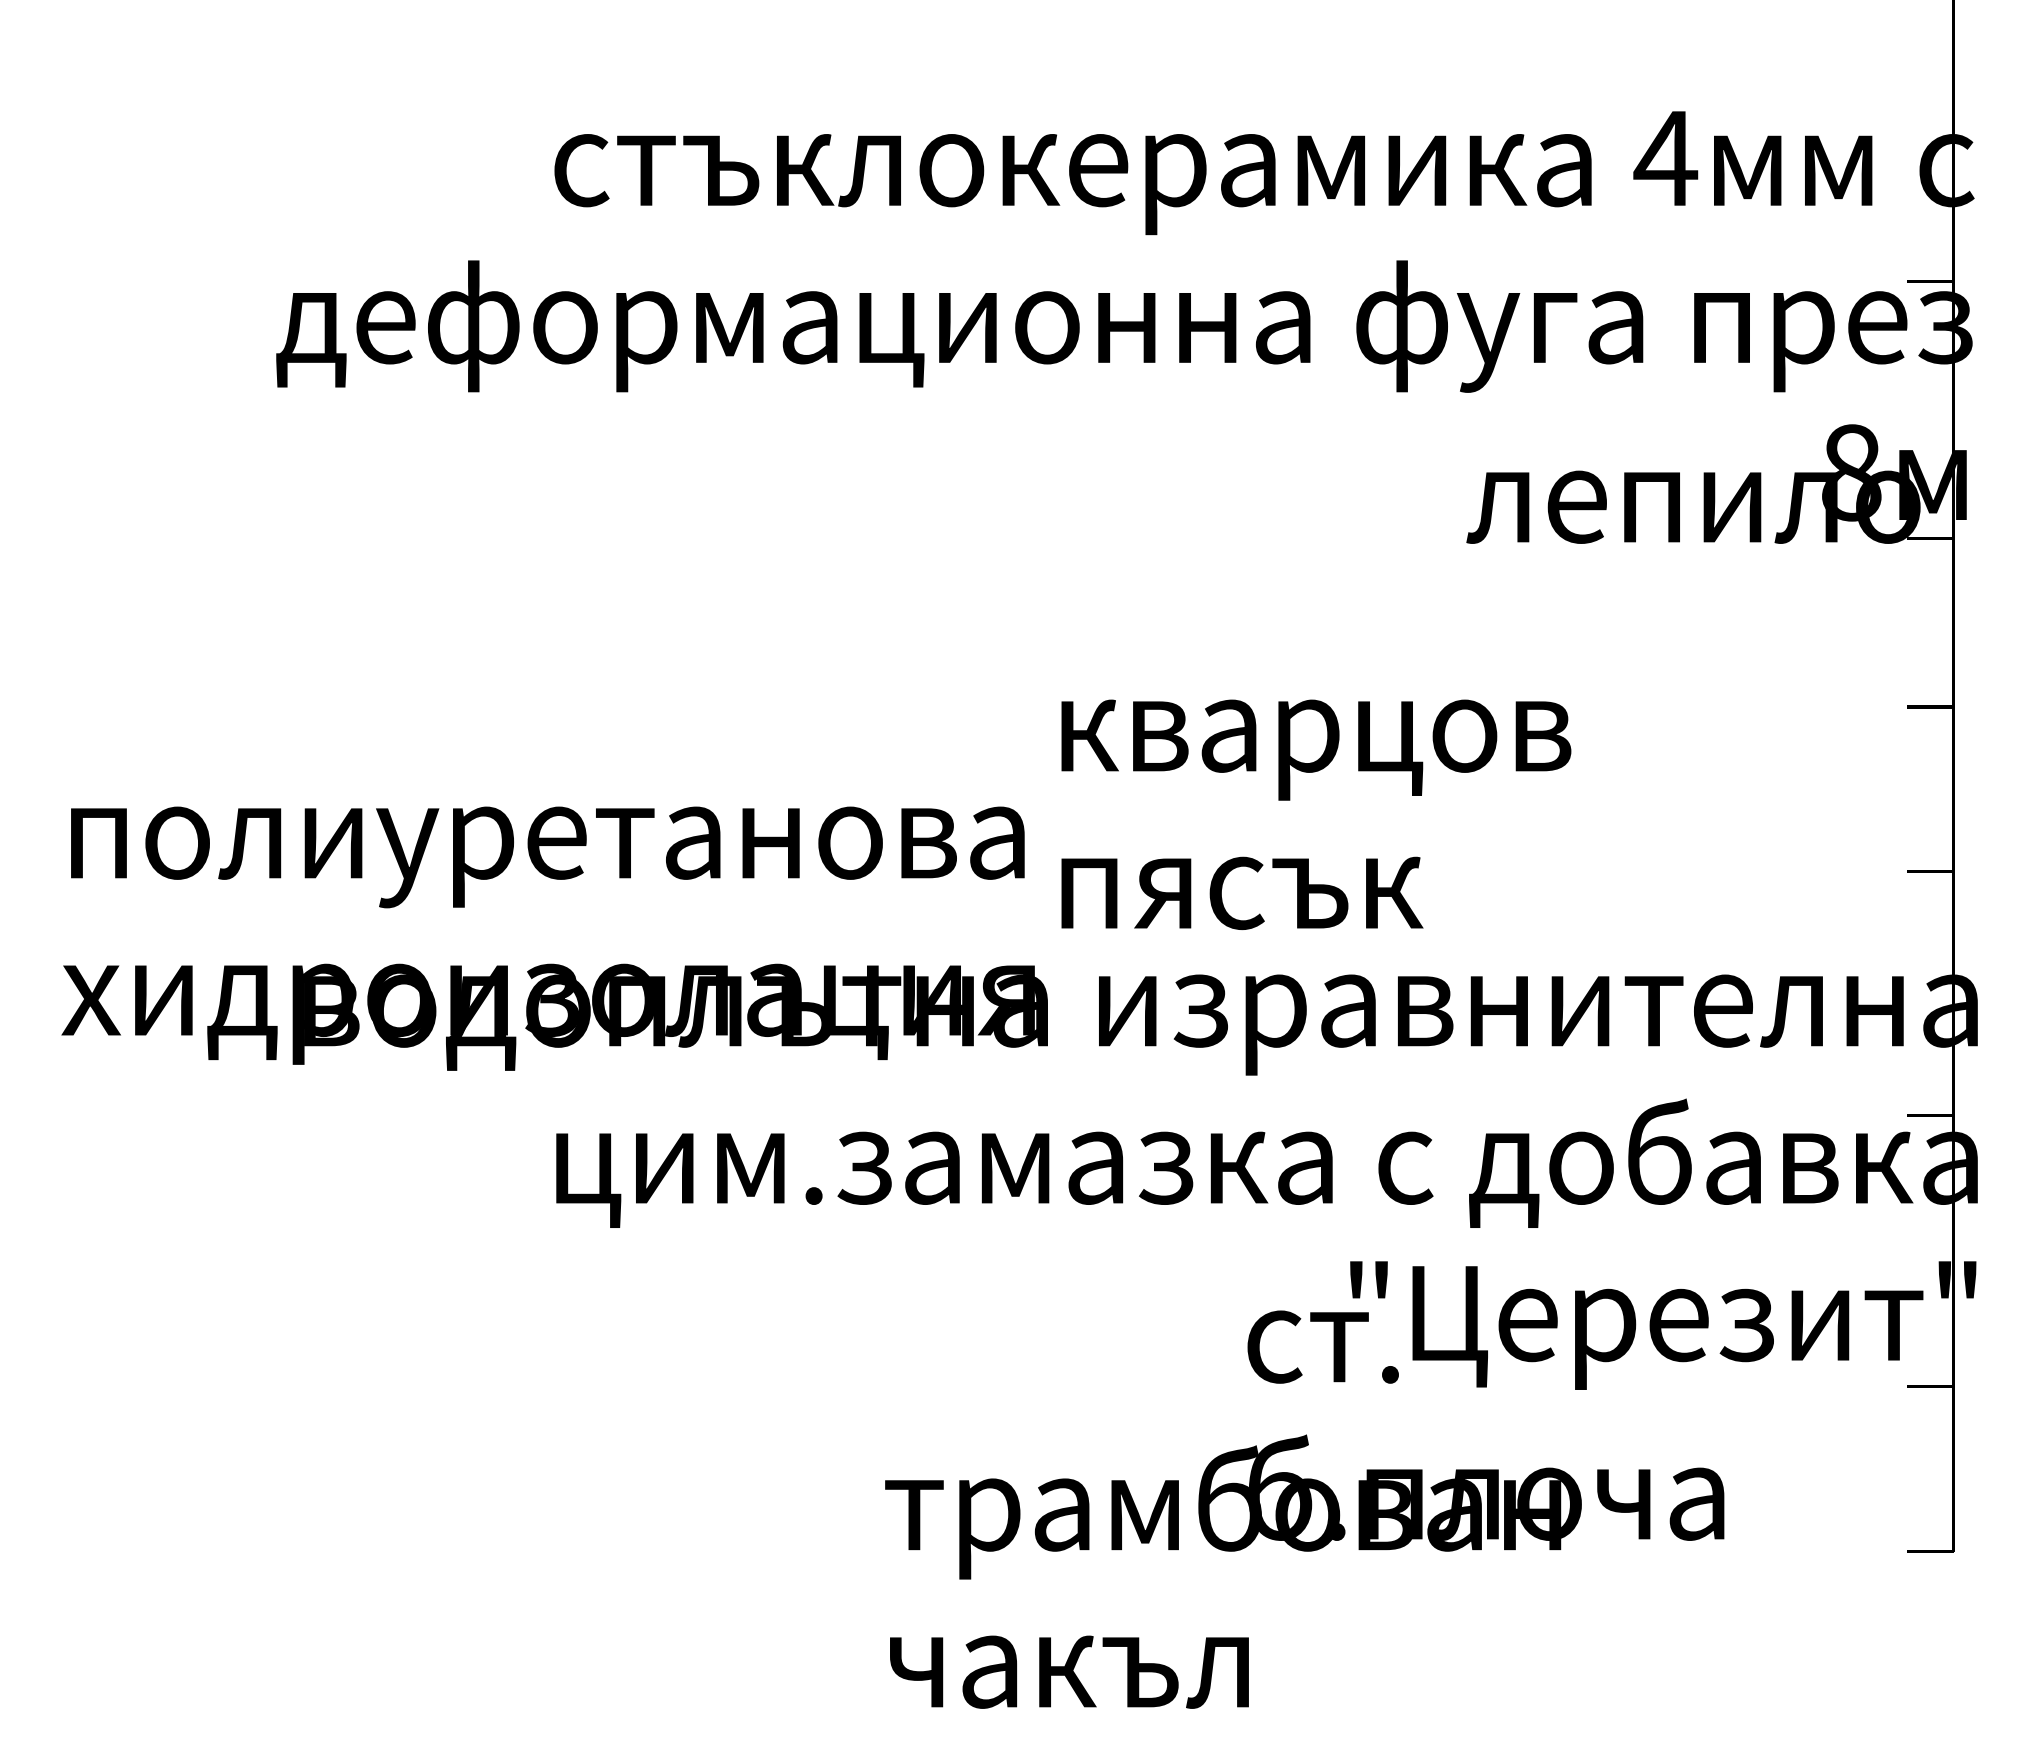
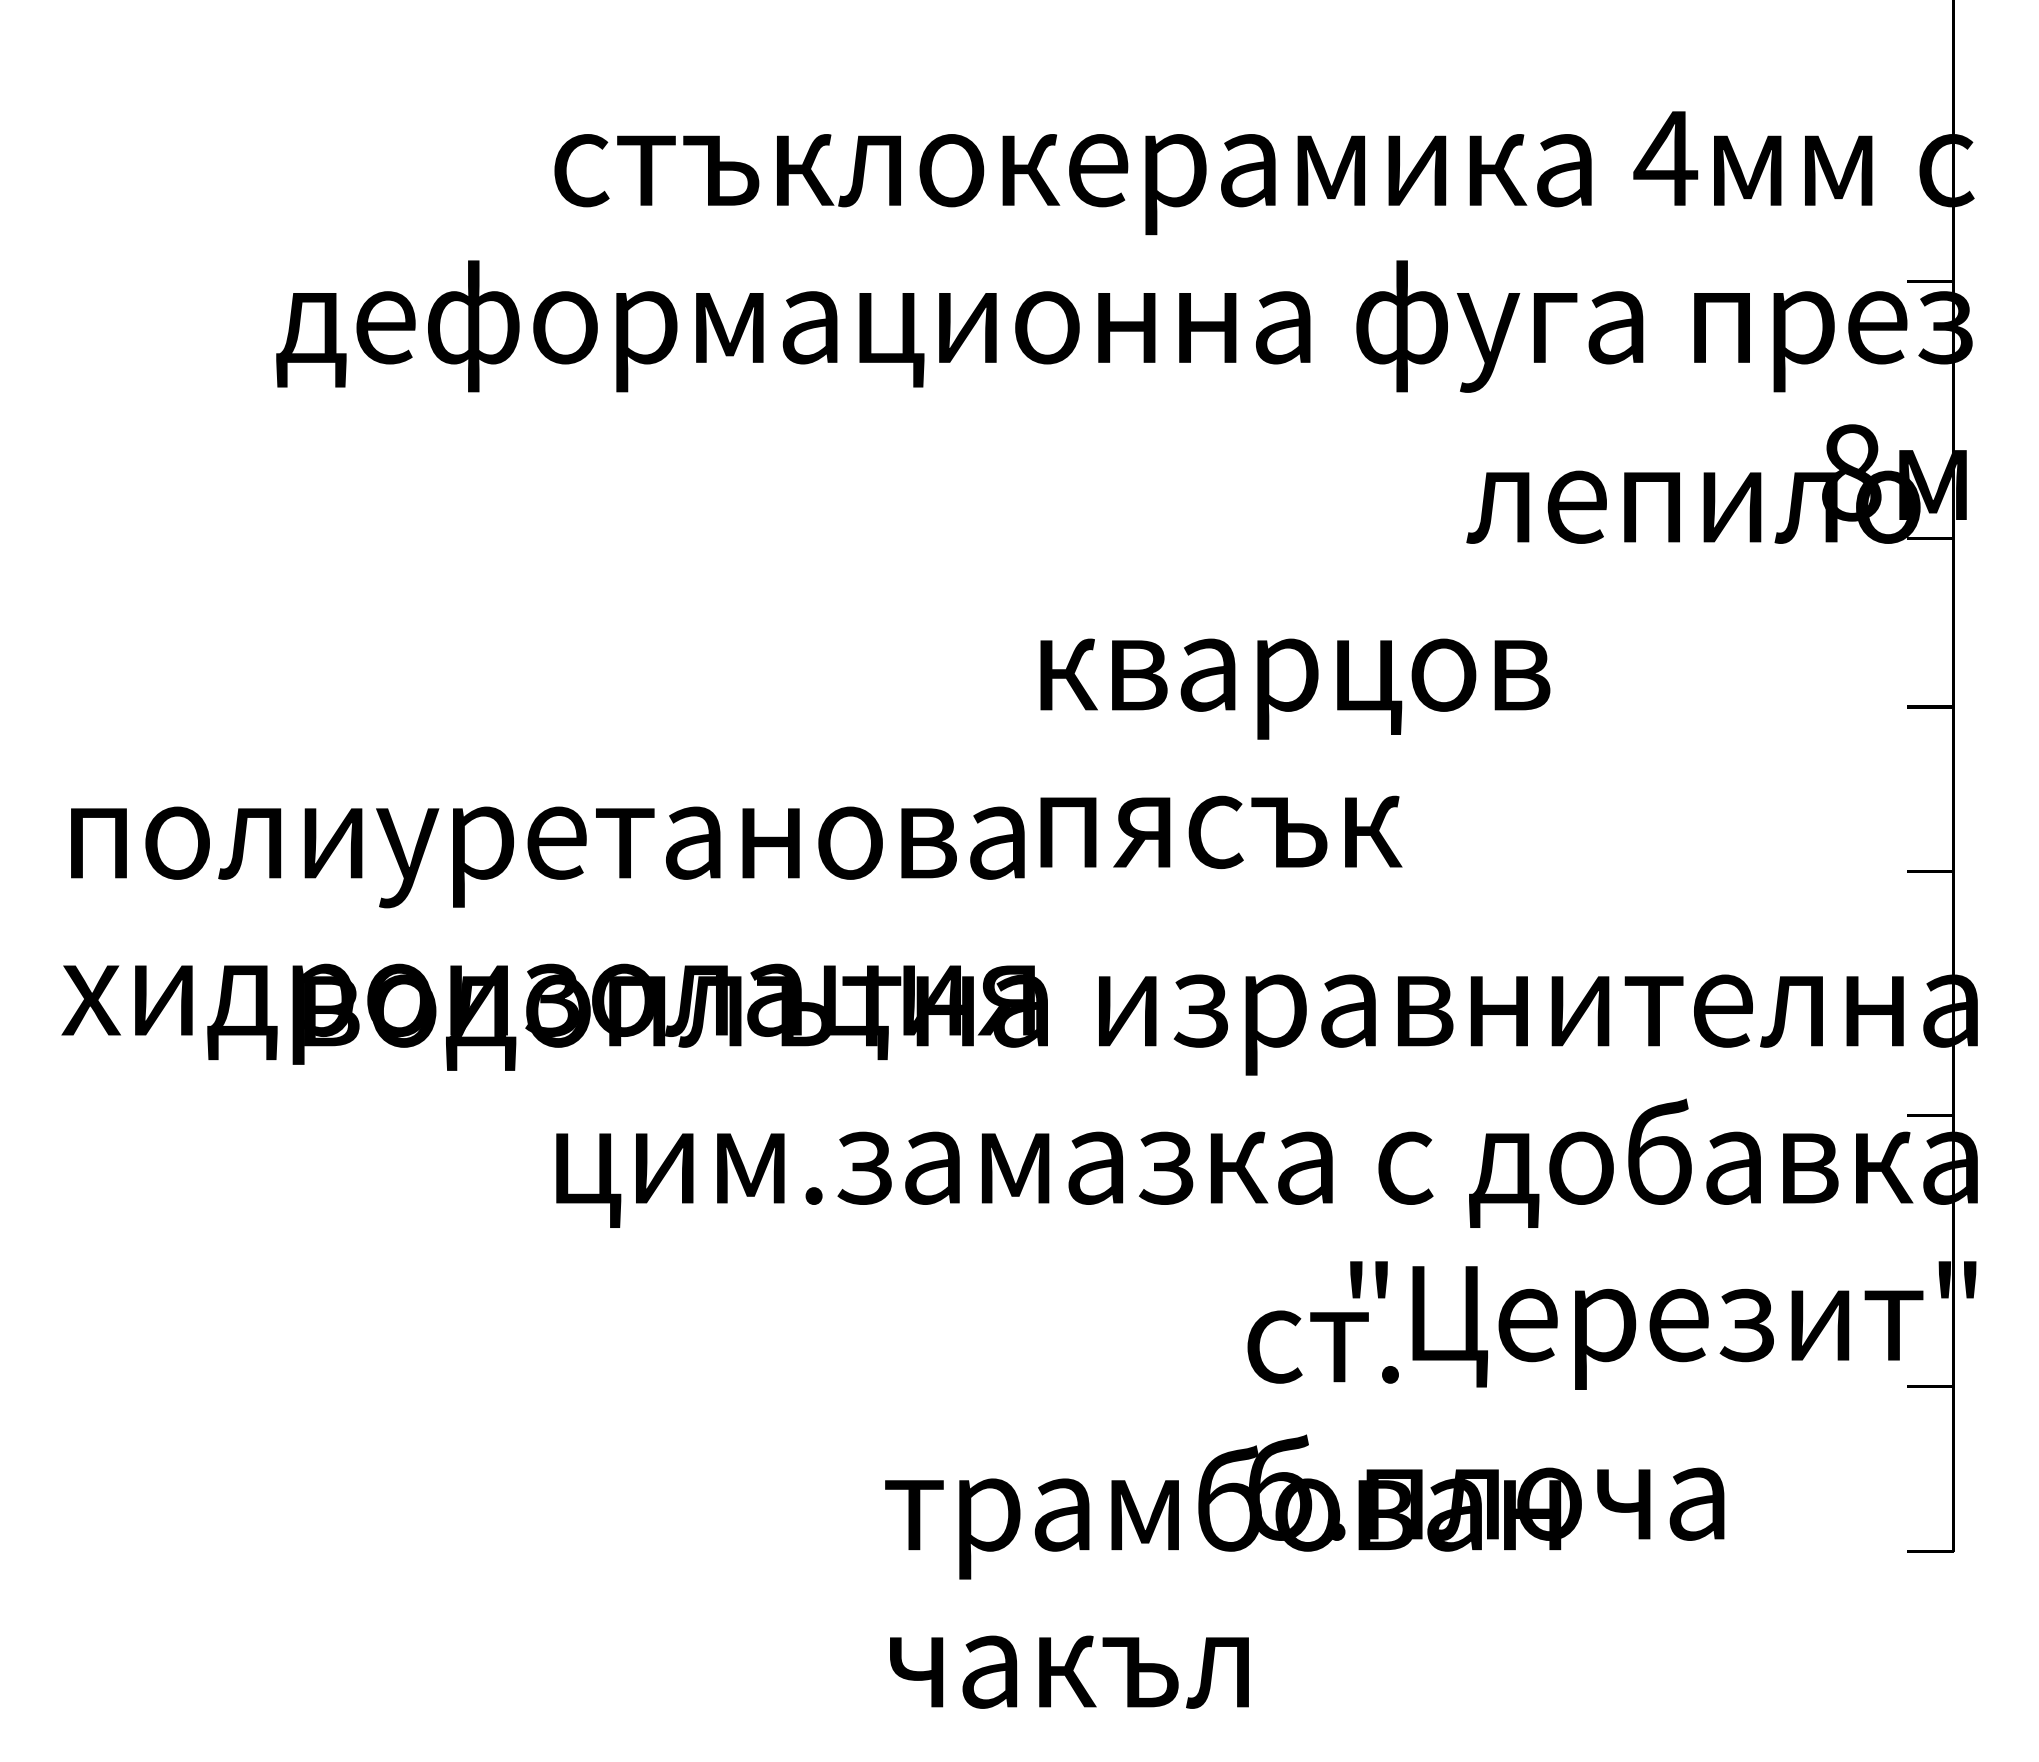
text at (1316, 814) position: (1316, 814) -> (1295, 753)
